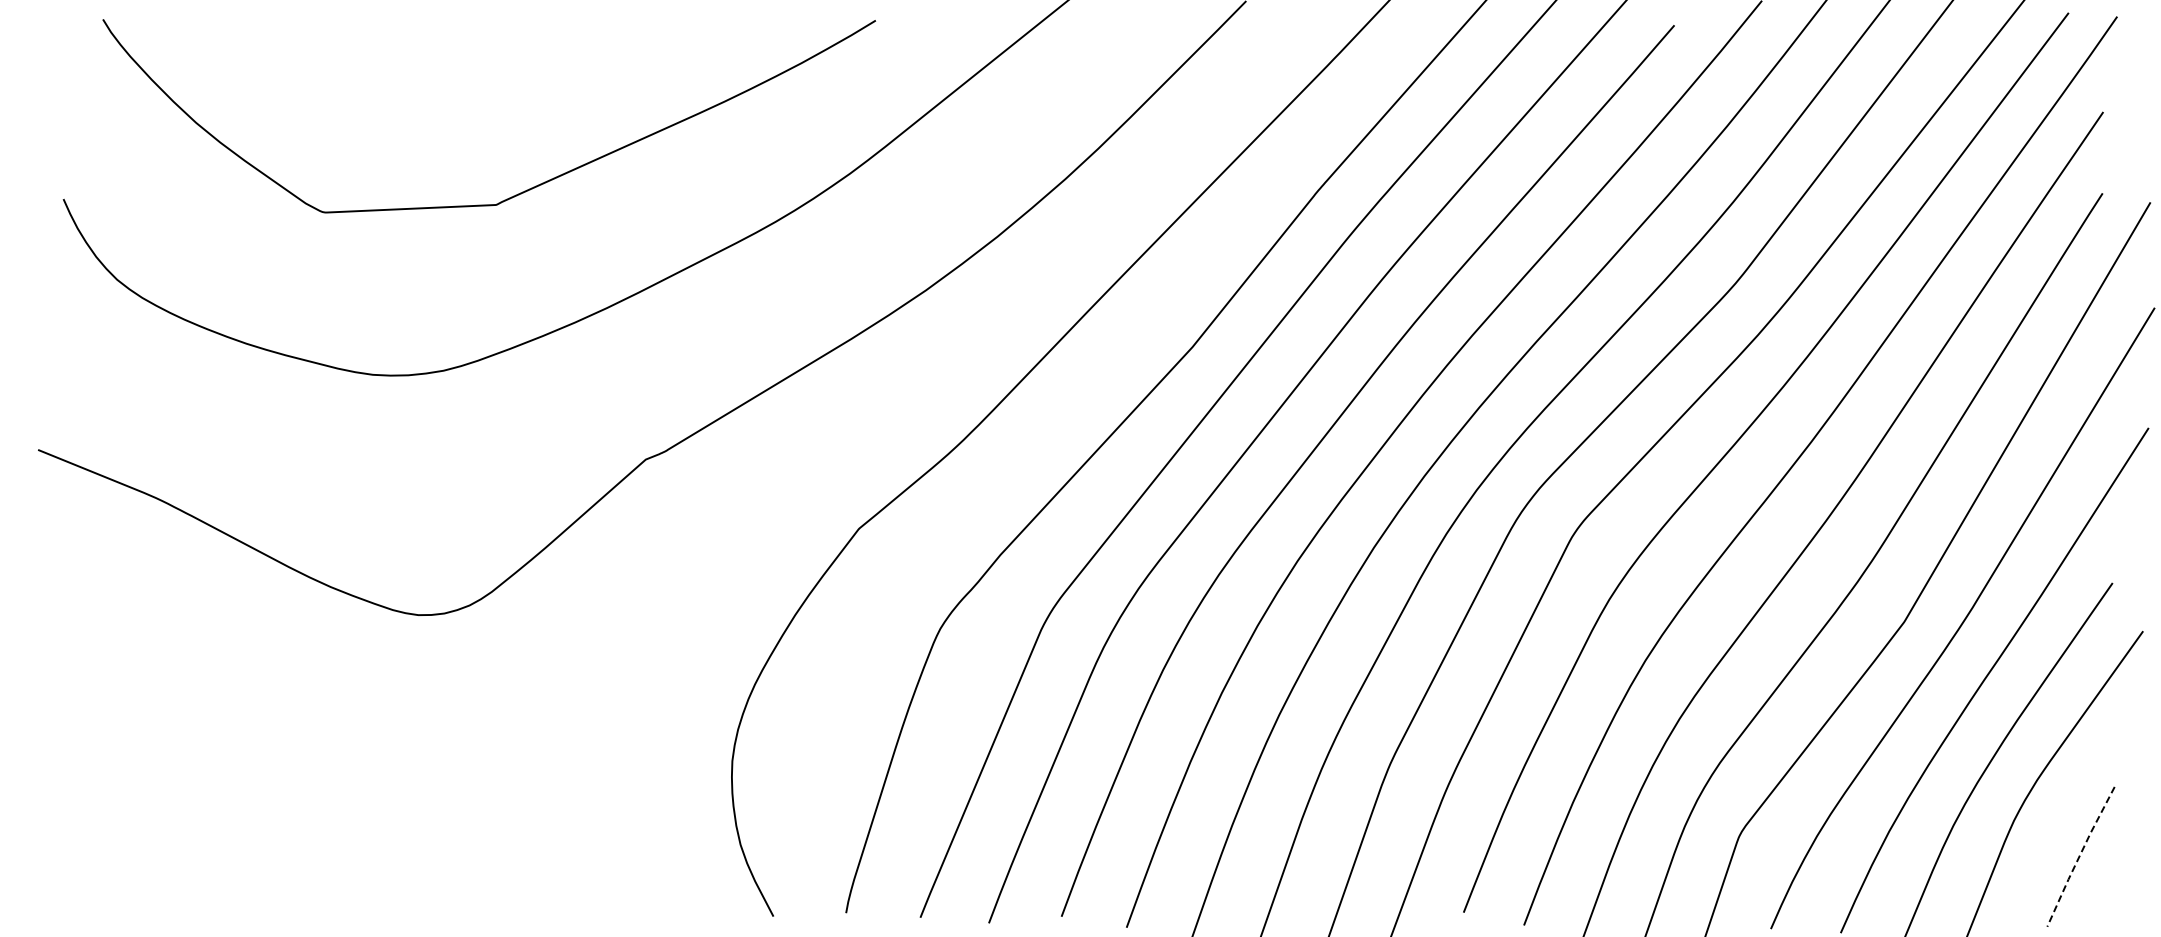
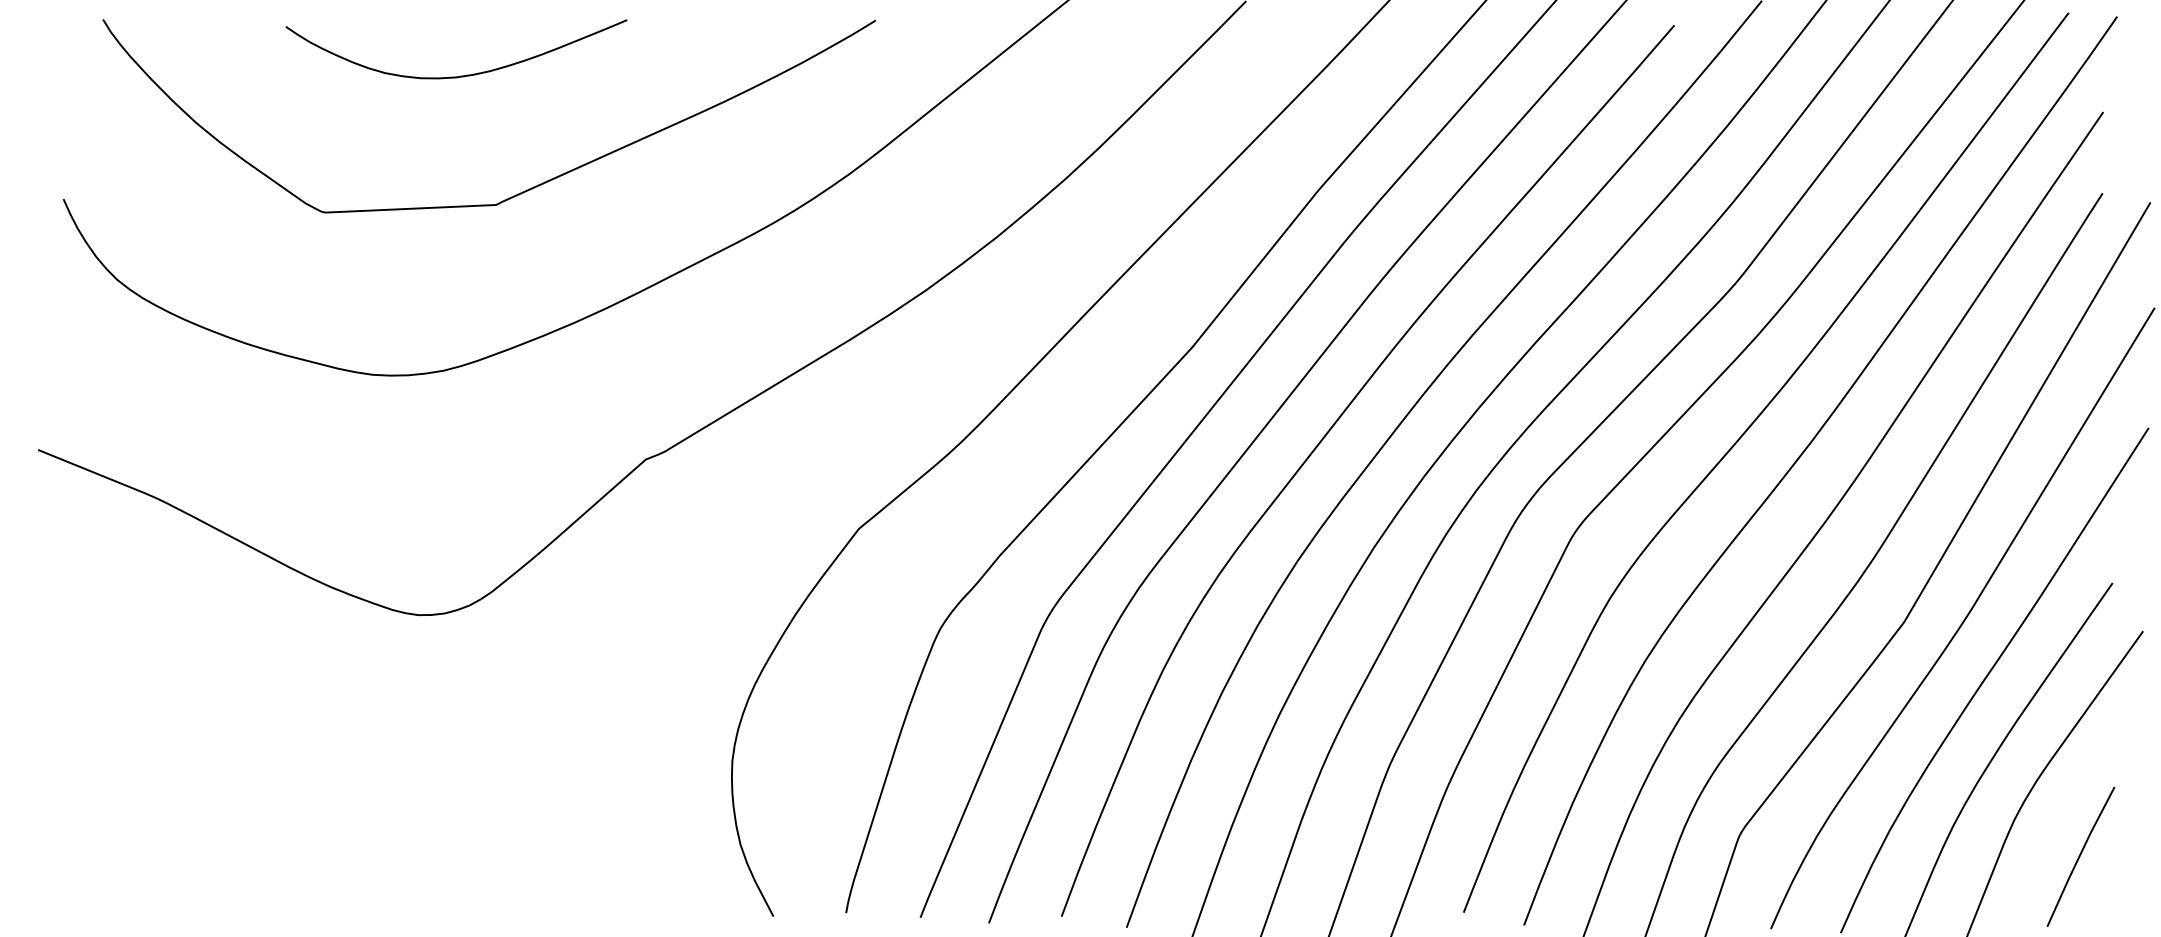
curve at (460, 75): none -> present
line at (2079, 856): dashed -> solid
